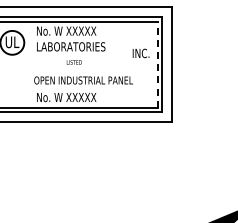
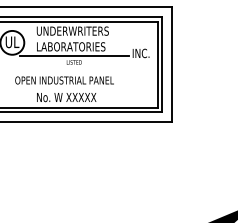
text at (72, 30): No. W XXXXX -> UNDERWRITERS
line at (74, 55): none -> present
line at (157, 64): dashed -> solid
text at (83, 80) position: (83, 80) -> (64, 80)
